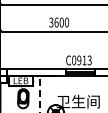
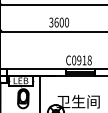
text at (89, 59): C0913 -> C0918
line at (39, 93): dashed -> solid
